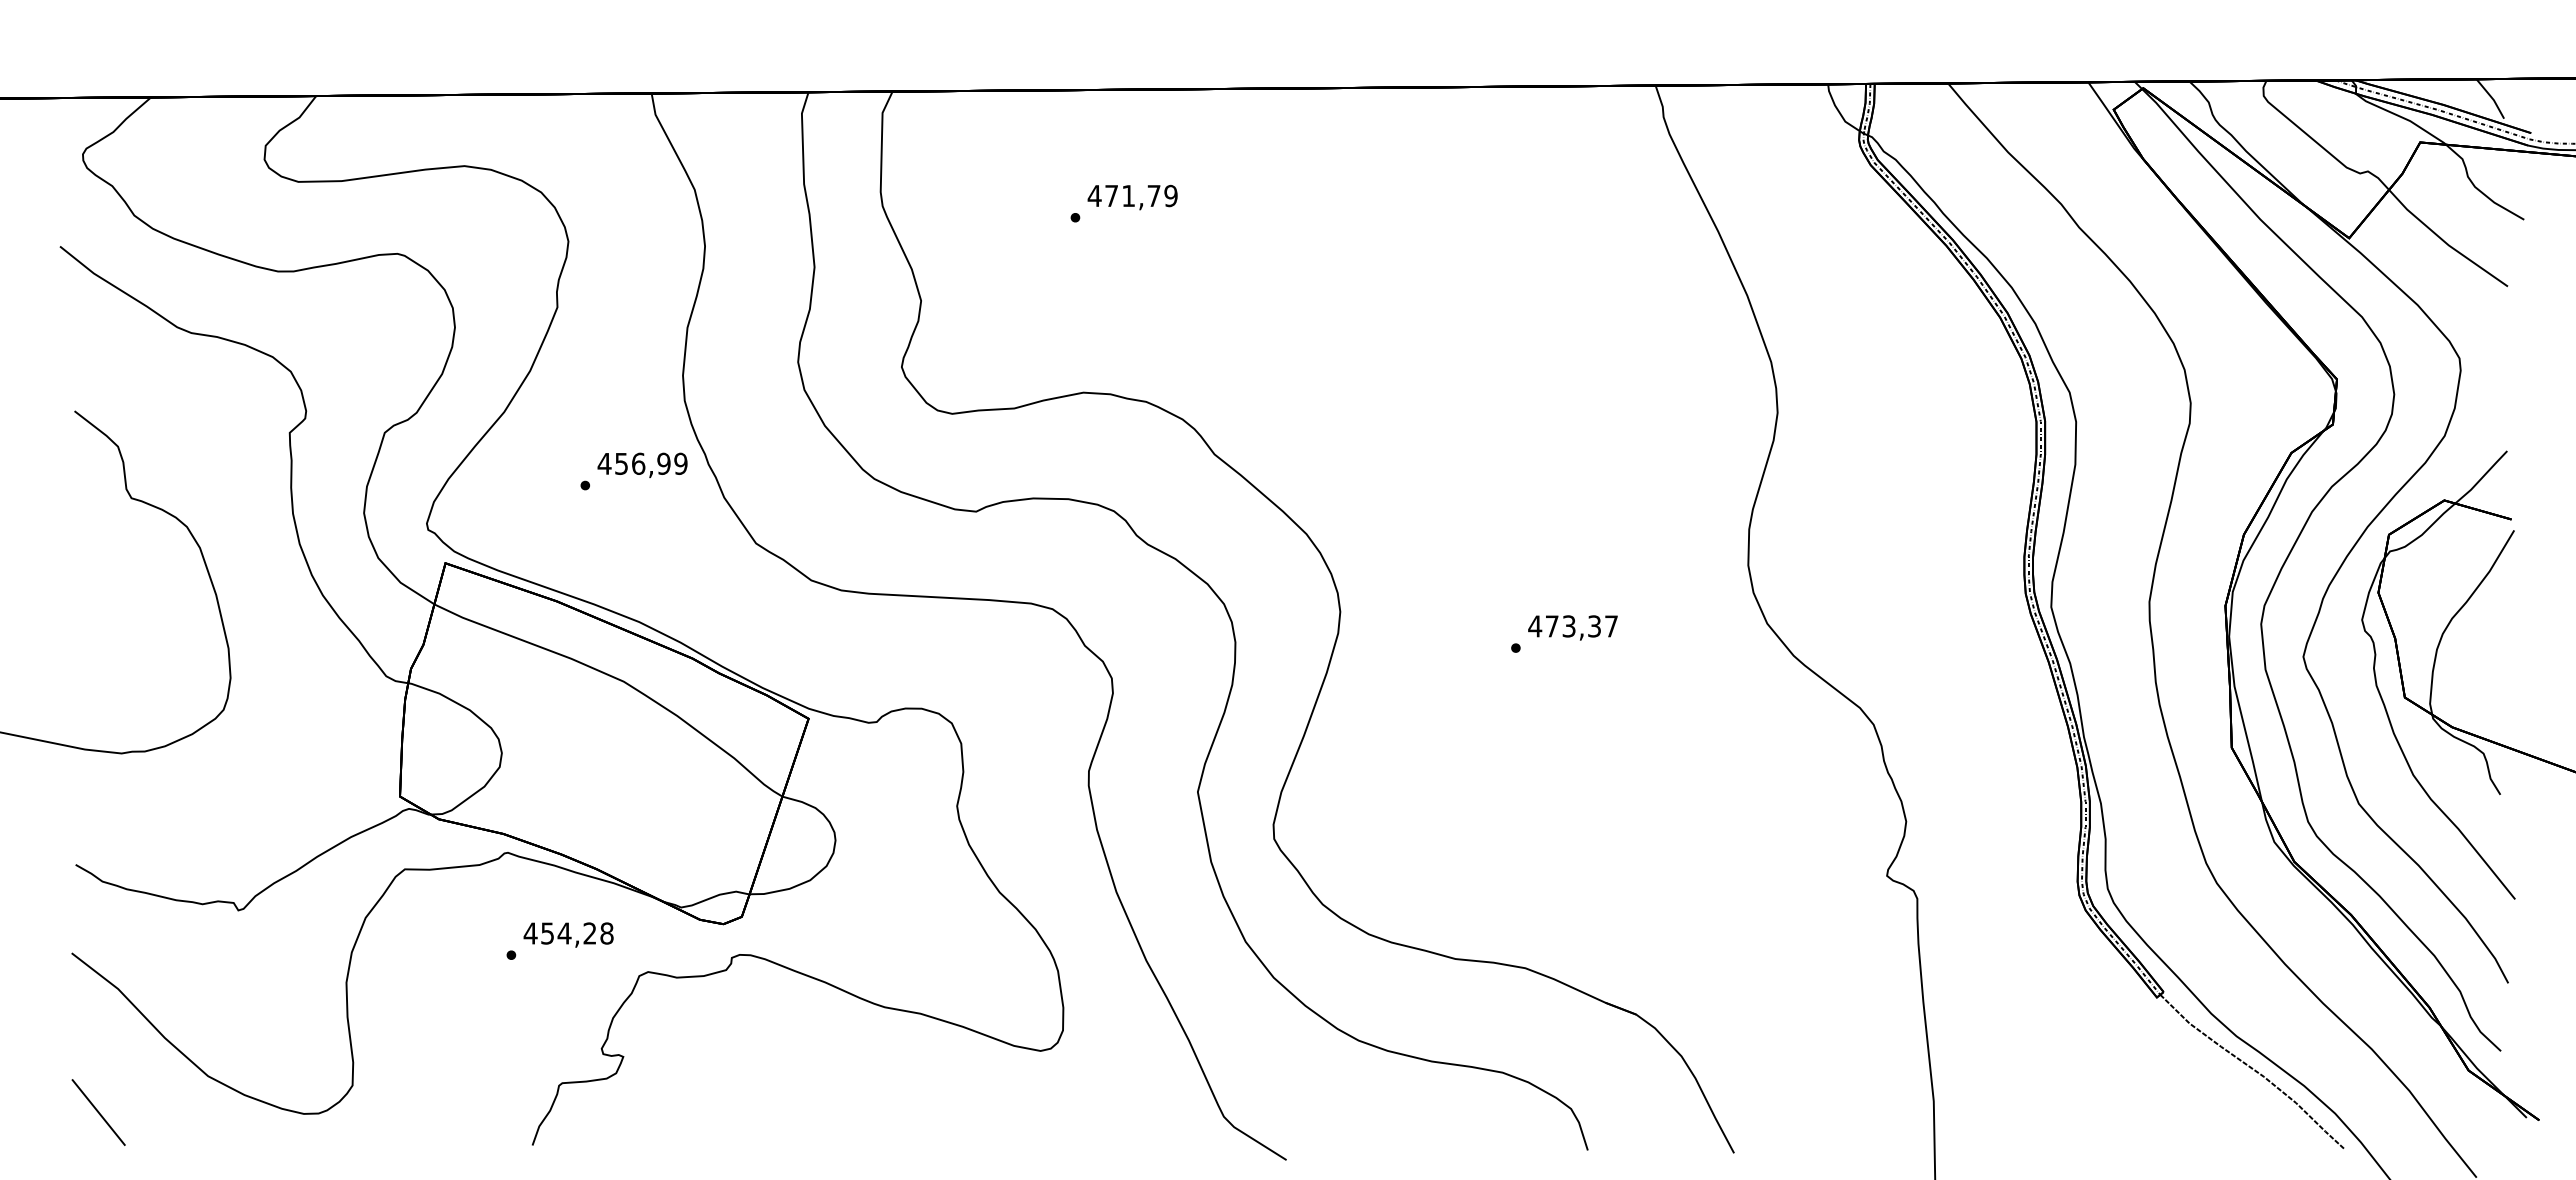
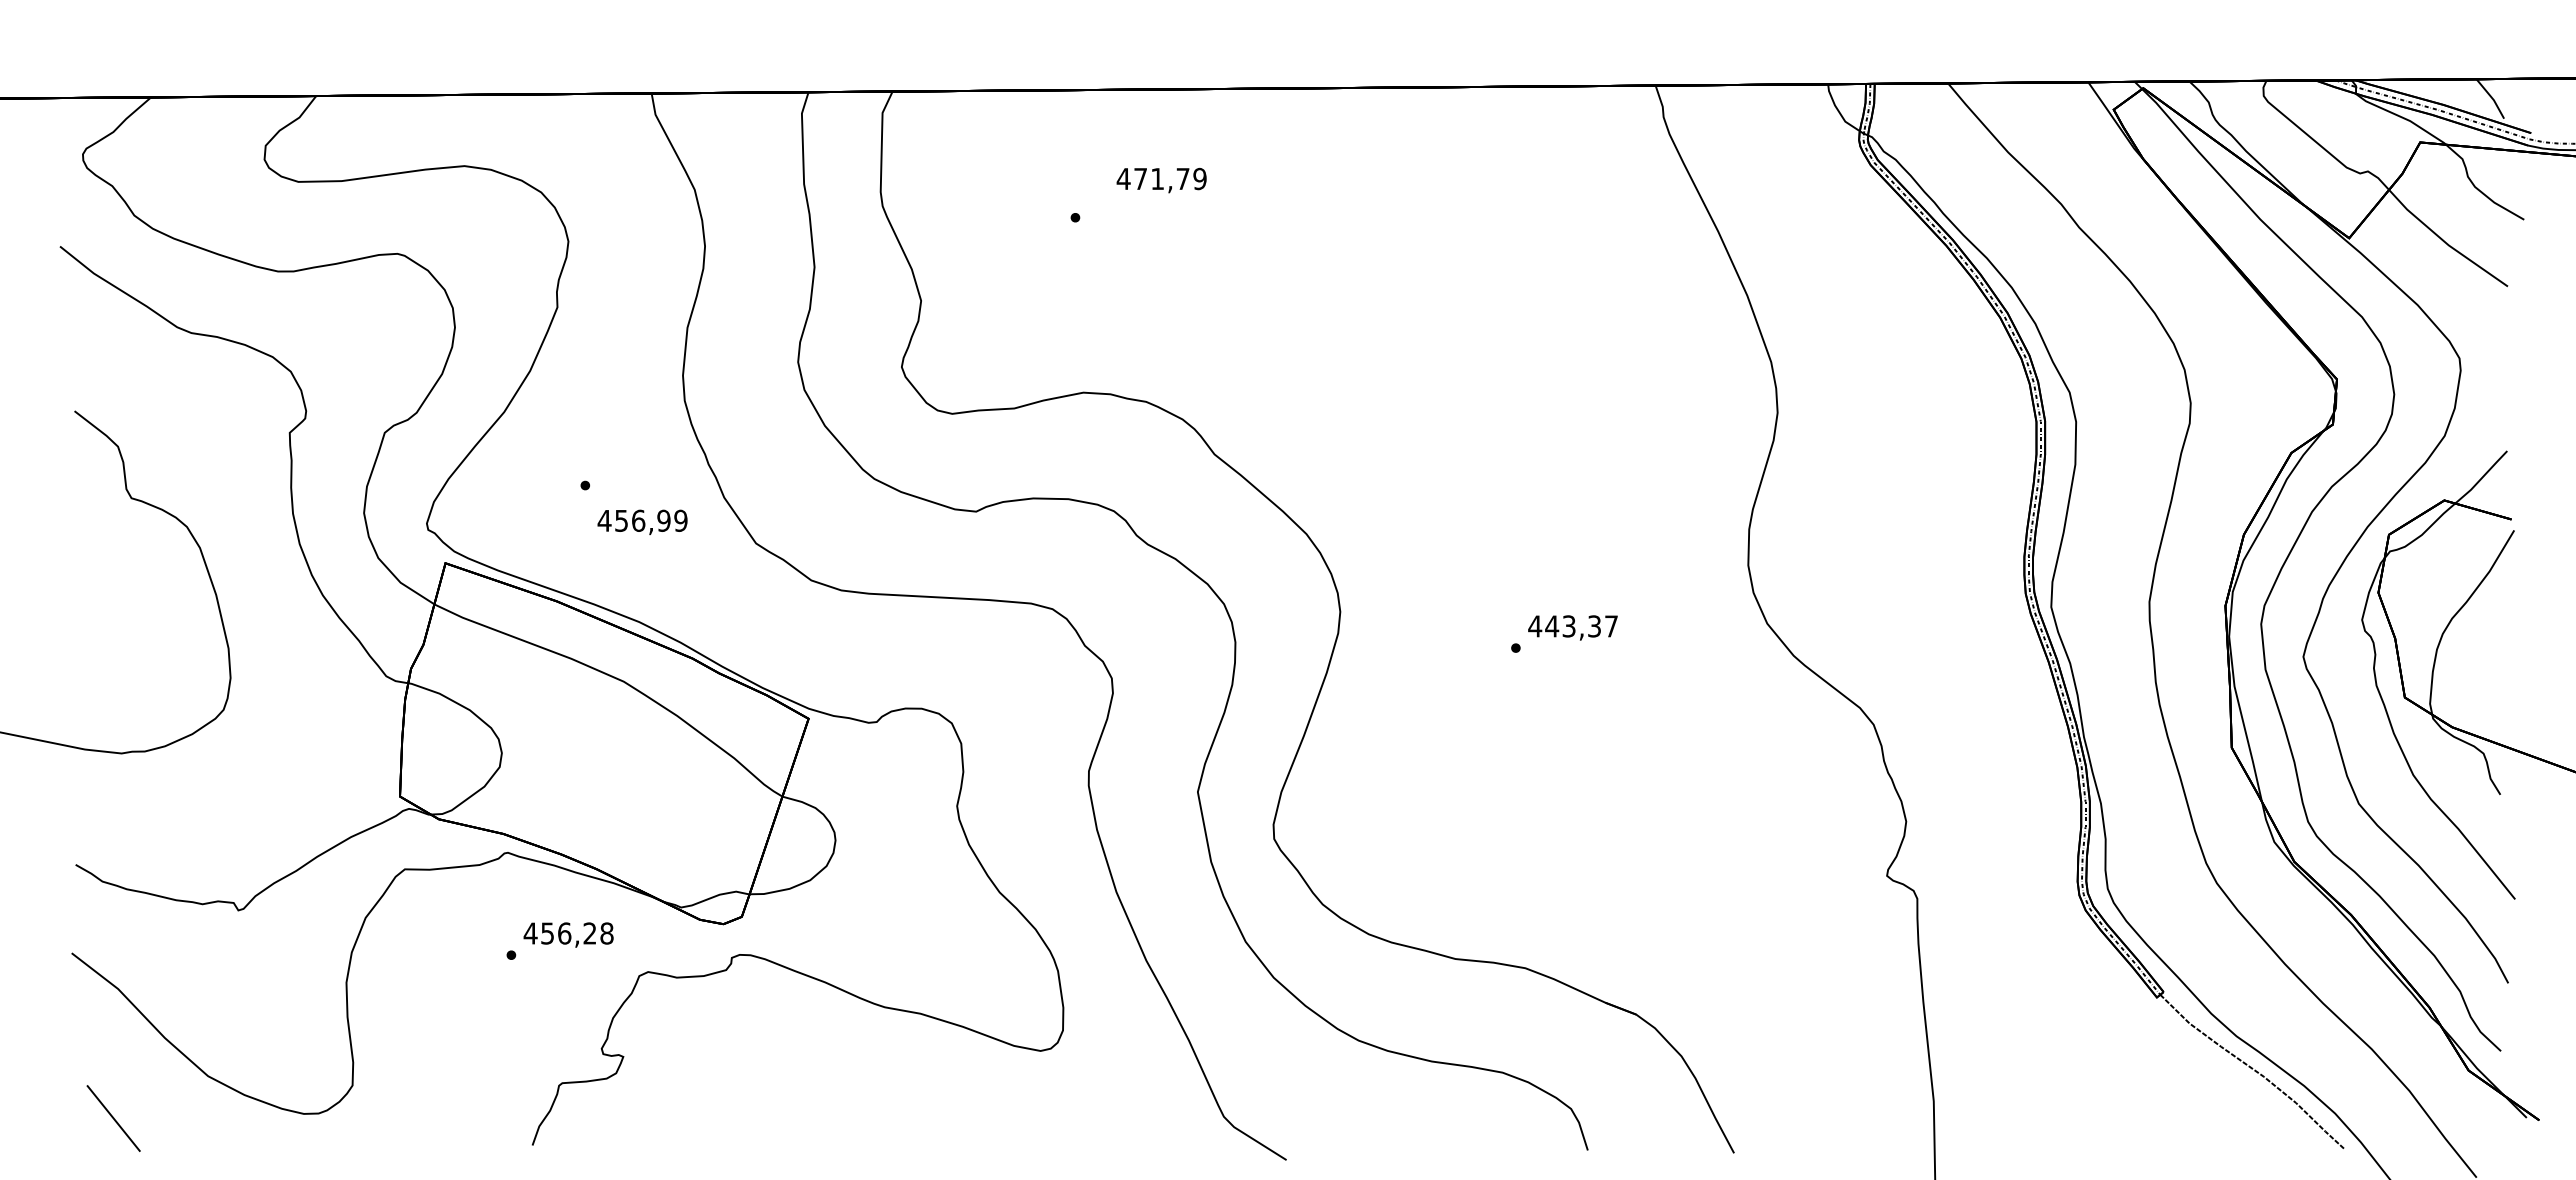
text at (1132, 197) position: (1132, 197) -> (1161, 180)
text at (642, 464) position: (642, 464) -> (642, 521)
text at (1552, 626): 473,37 -> 443,37
text at (564, 933): 454,28 -> 456,28
line at (98, 1112) position: (98, 1112) -> (113, 1118)
